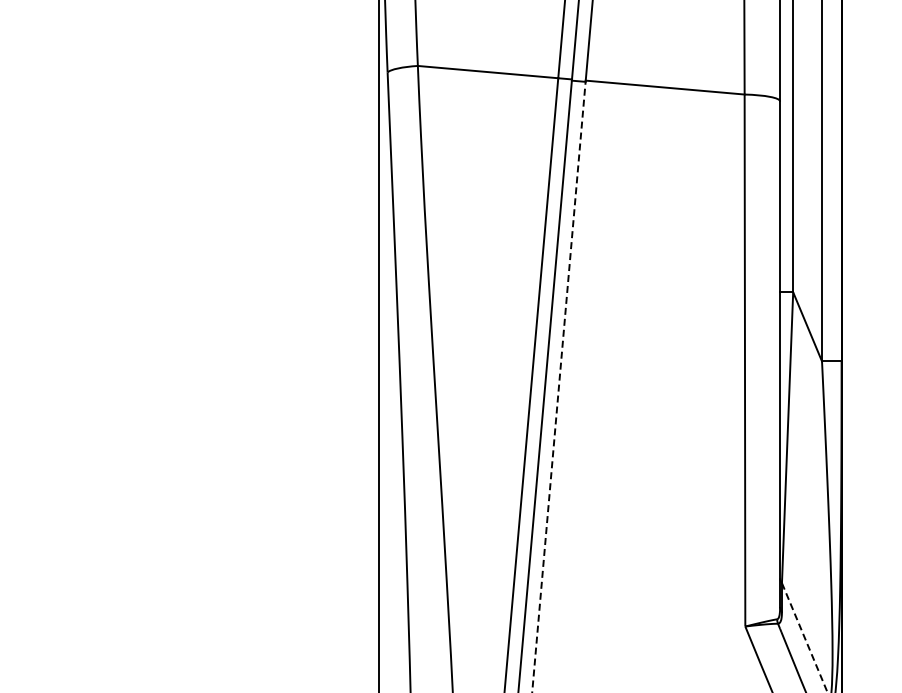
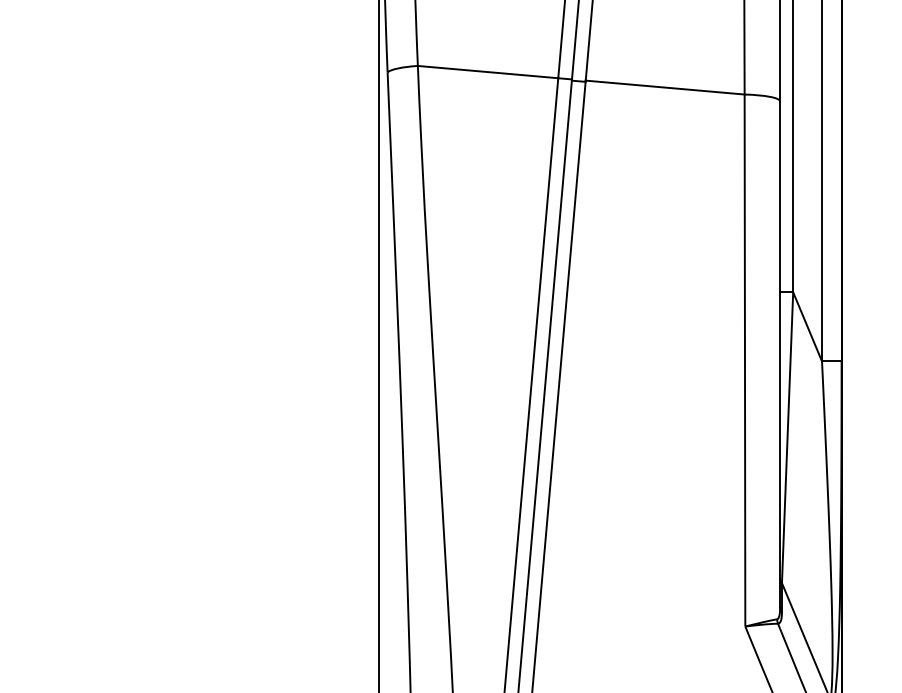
line at (559, 386): dashed -> solid
line at (804, 638): dashed -> solid
